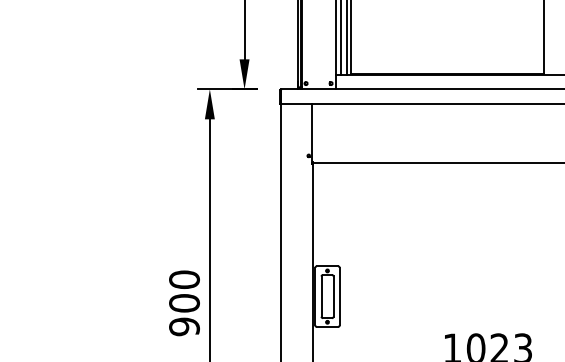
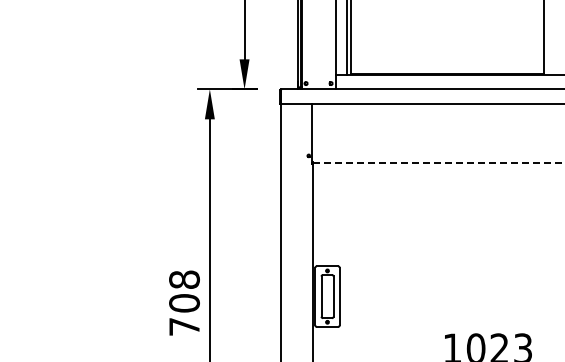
line at (341, 38): present -> none
line at (438, 163): solid -> dashed
text at (184, 303): 900 -> 708
